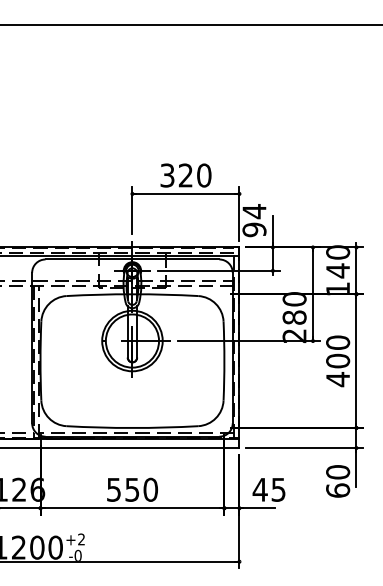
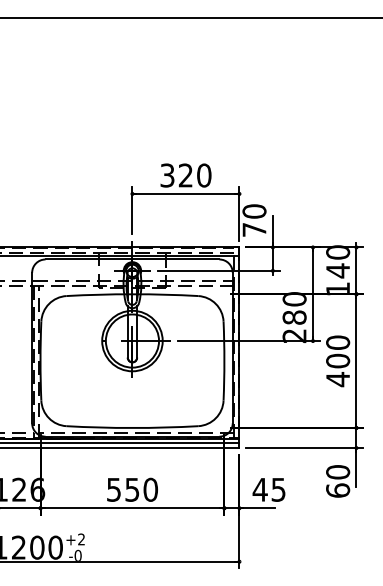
line at (190, 24) position: (190, 24) -> (190, 17)
text at (254, 220): 94 -> 70
line at (120, 442): none -> present
